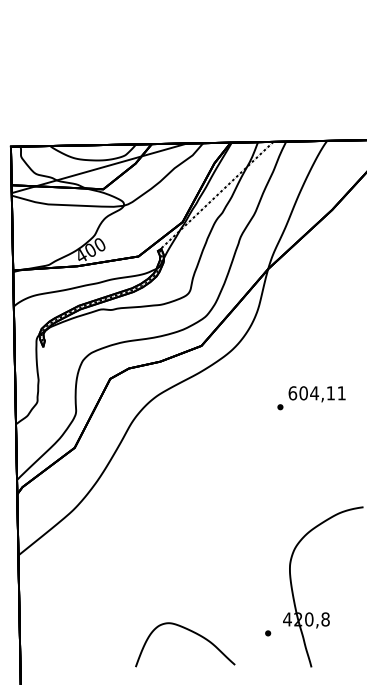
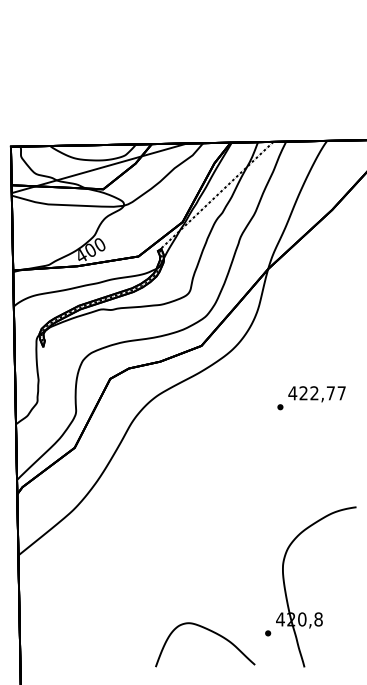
text at (316, 393): 604,11 -> 422,77
part at (323, 612) position: (323, 612) -> (316, 612)
curve at (191, 632) position: (191, 632) -> (211, 632)
